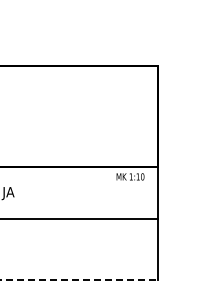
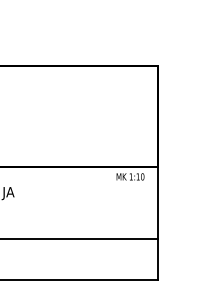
line at (79, 218) position: (79, 218) -> (79, 238)
line at (78, 279): dashed -> solid
